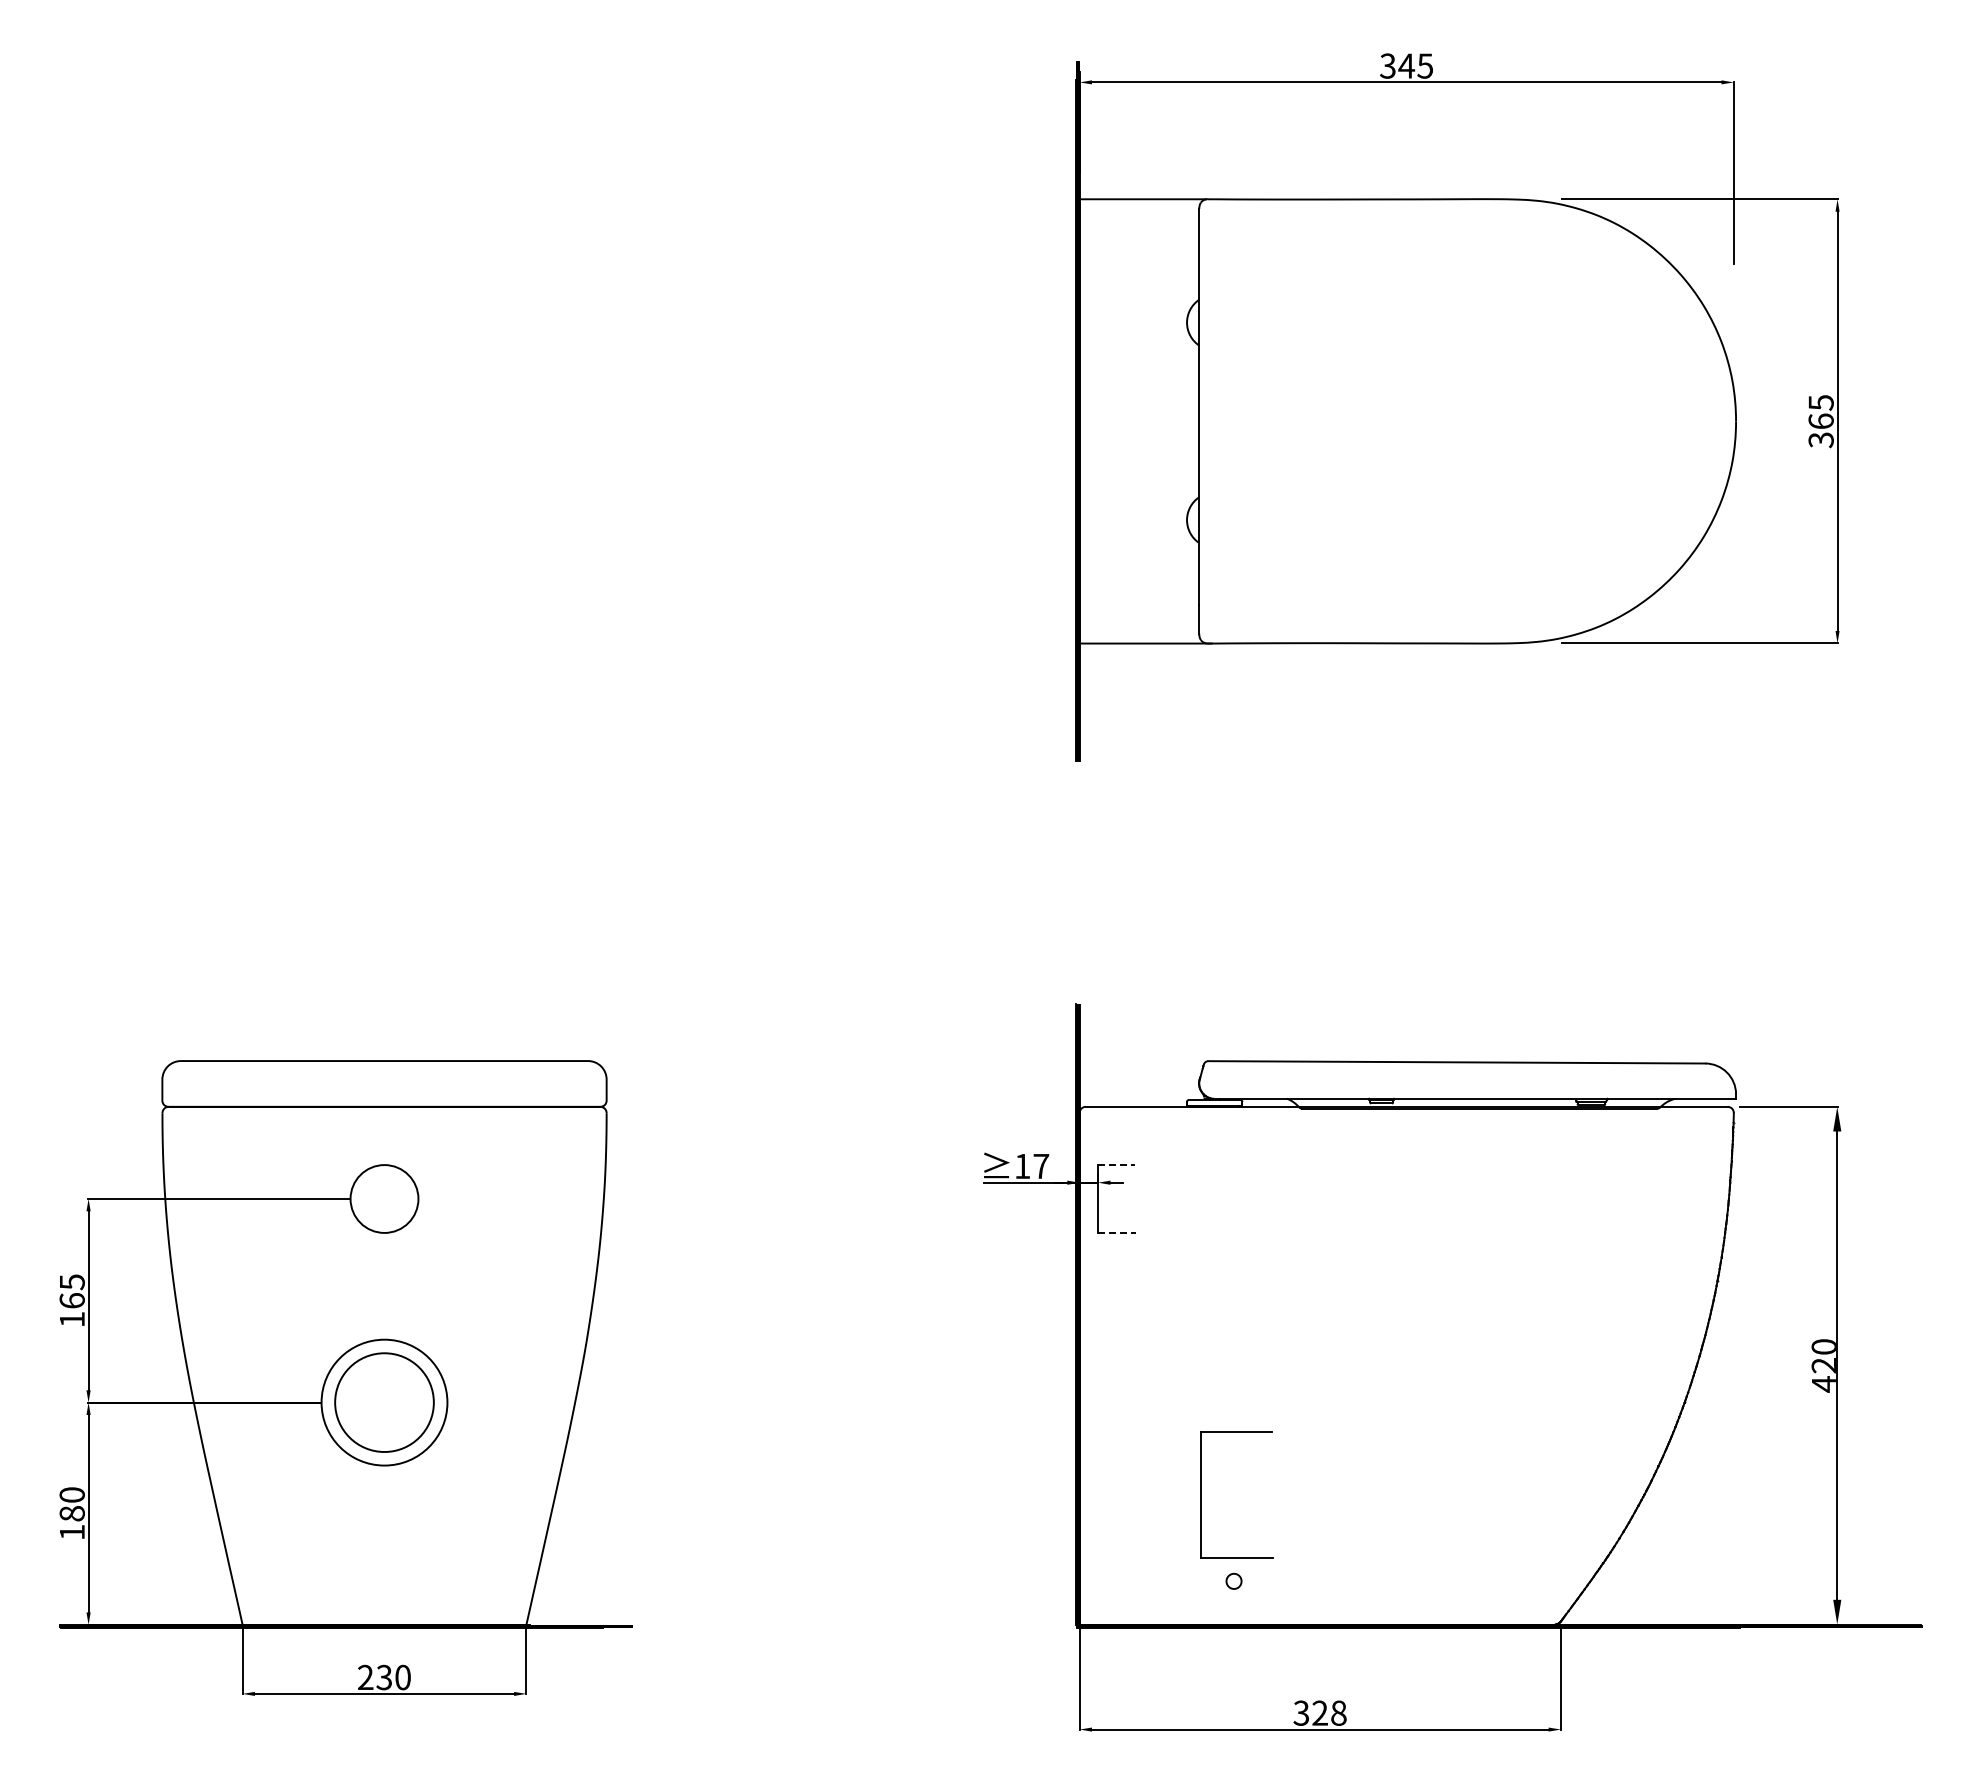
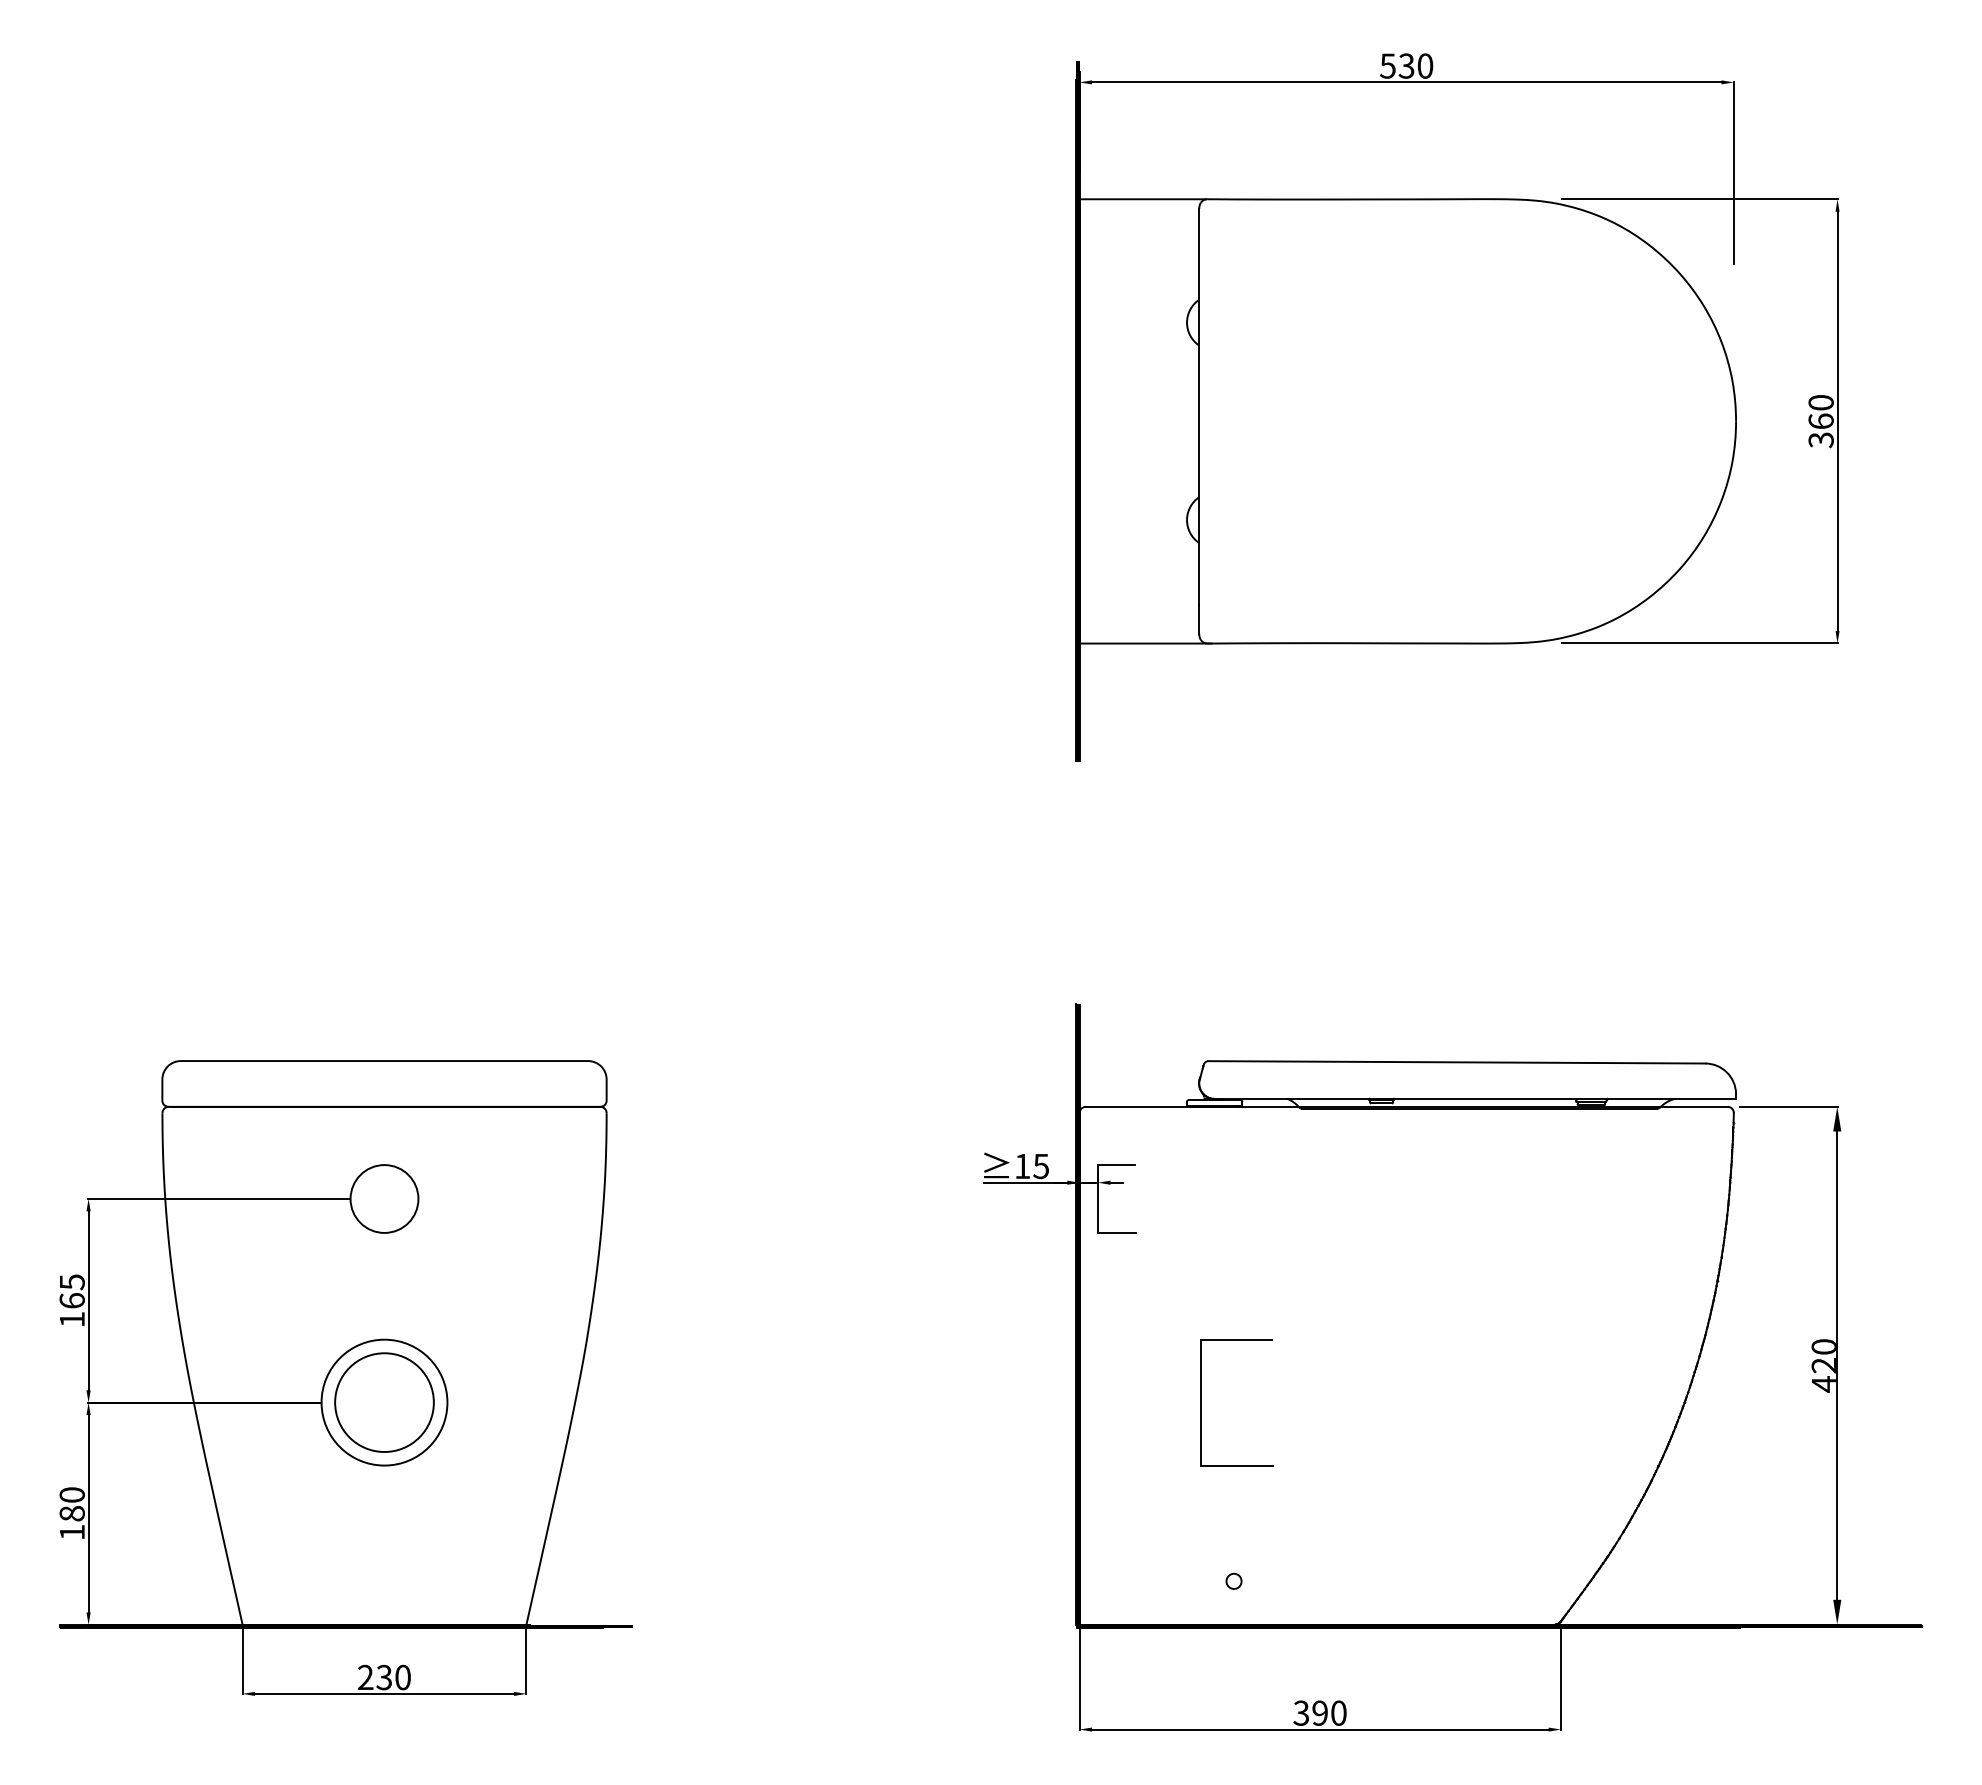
text at (1406, 65): 345 -> 530
text at (1820, 402): 365 -> 360
line at (1117, 1165): dashed -> solid
text at (1041, 1166): 17 -> 15
line at (1116, 1232): dashed -> solid
part at (1201, 1494) position: (1201, 1494) -> (1201, 1402)
text at (1329, 1713): 328 -> 390
